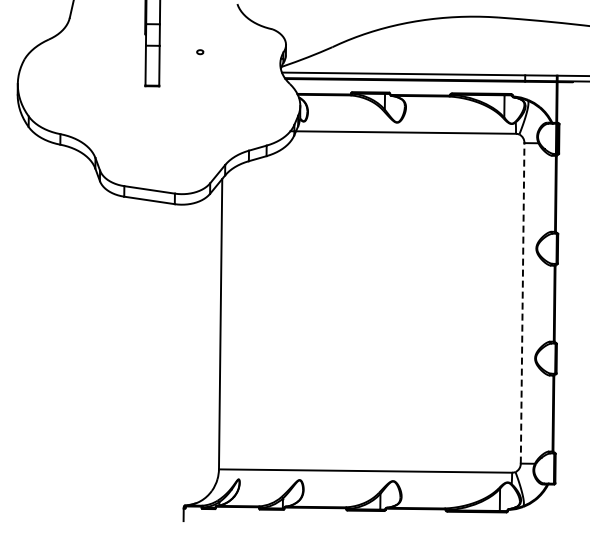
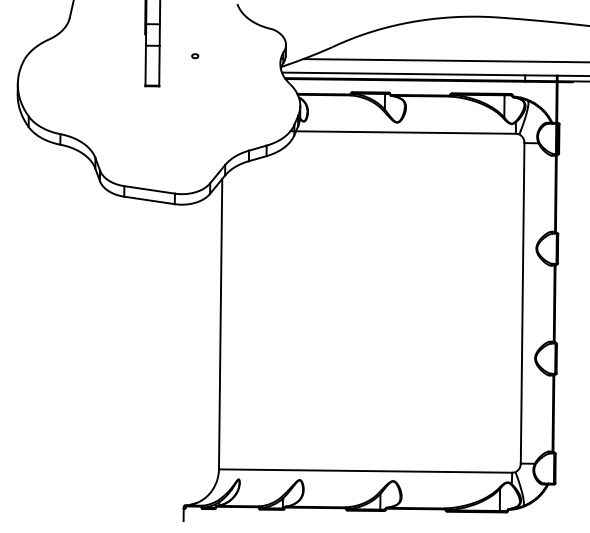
part at (200, 52) position: (200, 52) -> (195, 56)
line at (444, 60): none -> present
line at (522, 302): dashed -> solid
